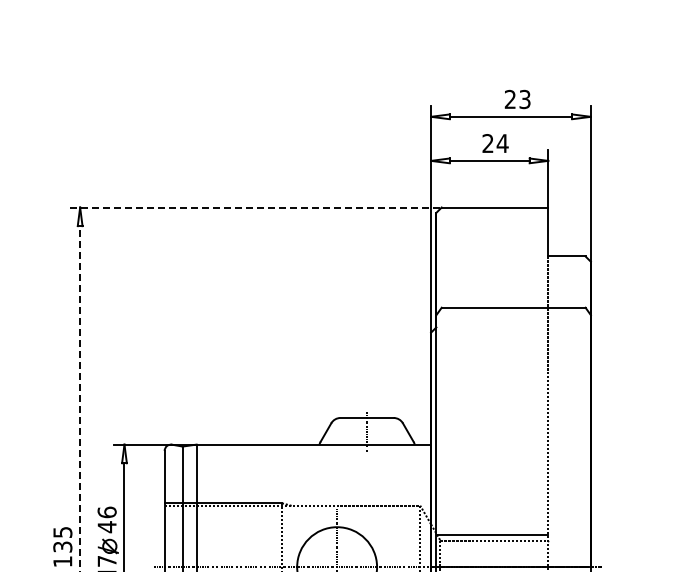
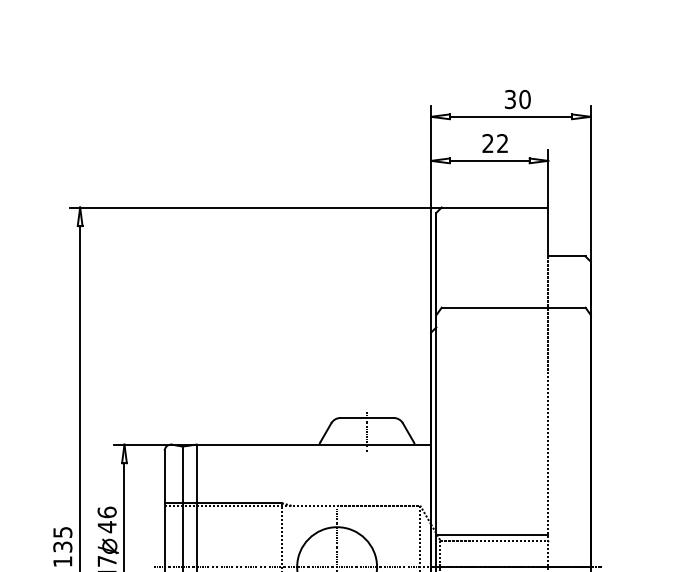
text at (517, 99): 23 -> 30
text at (502, 143): 24 -> 22
line at (256, 207): dashed -> solid
line at (80, 398): dashed -> solid
